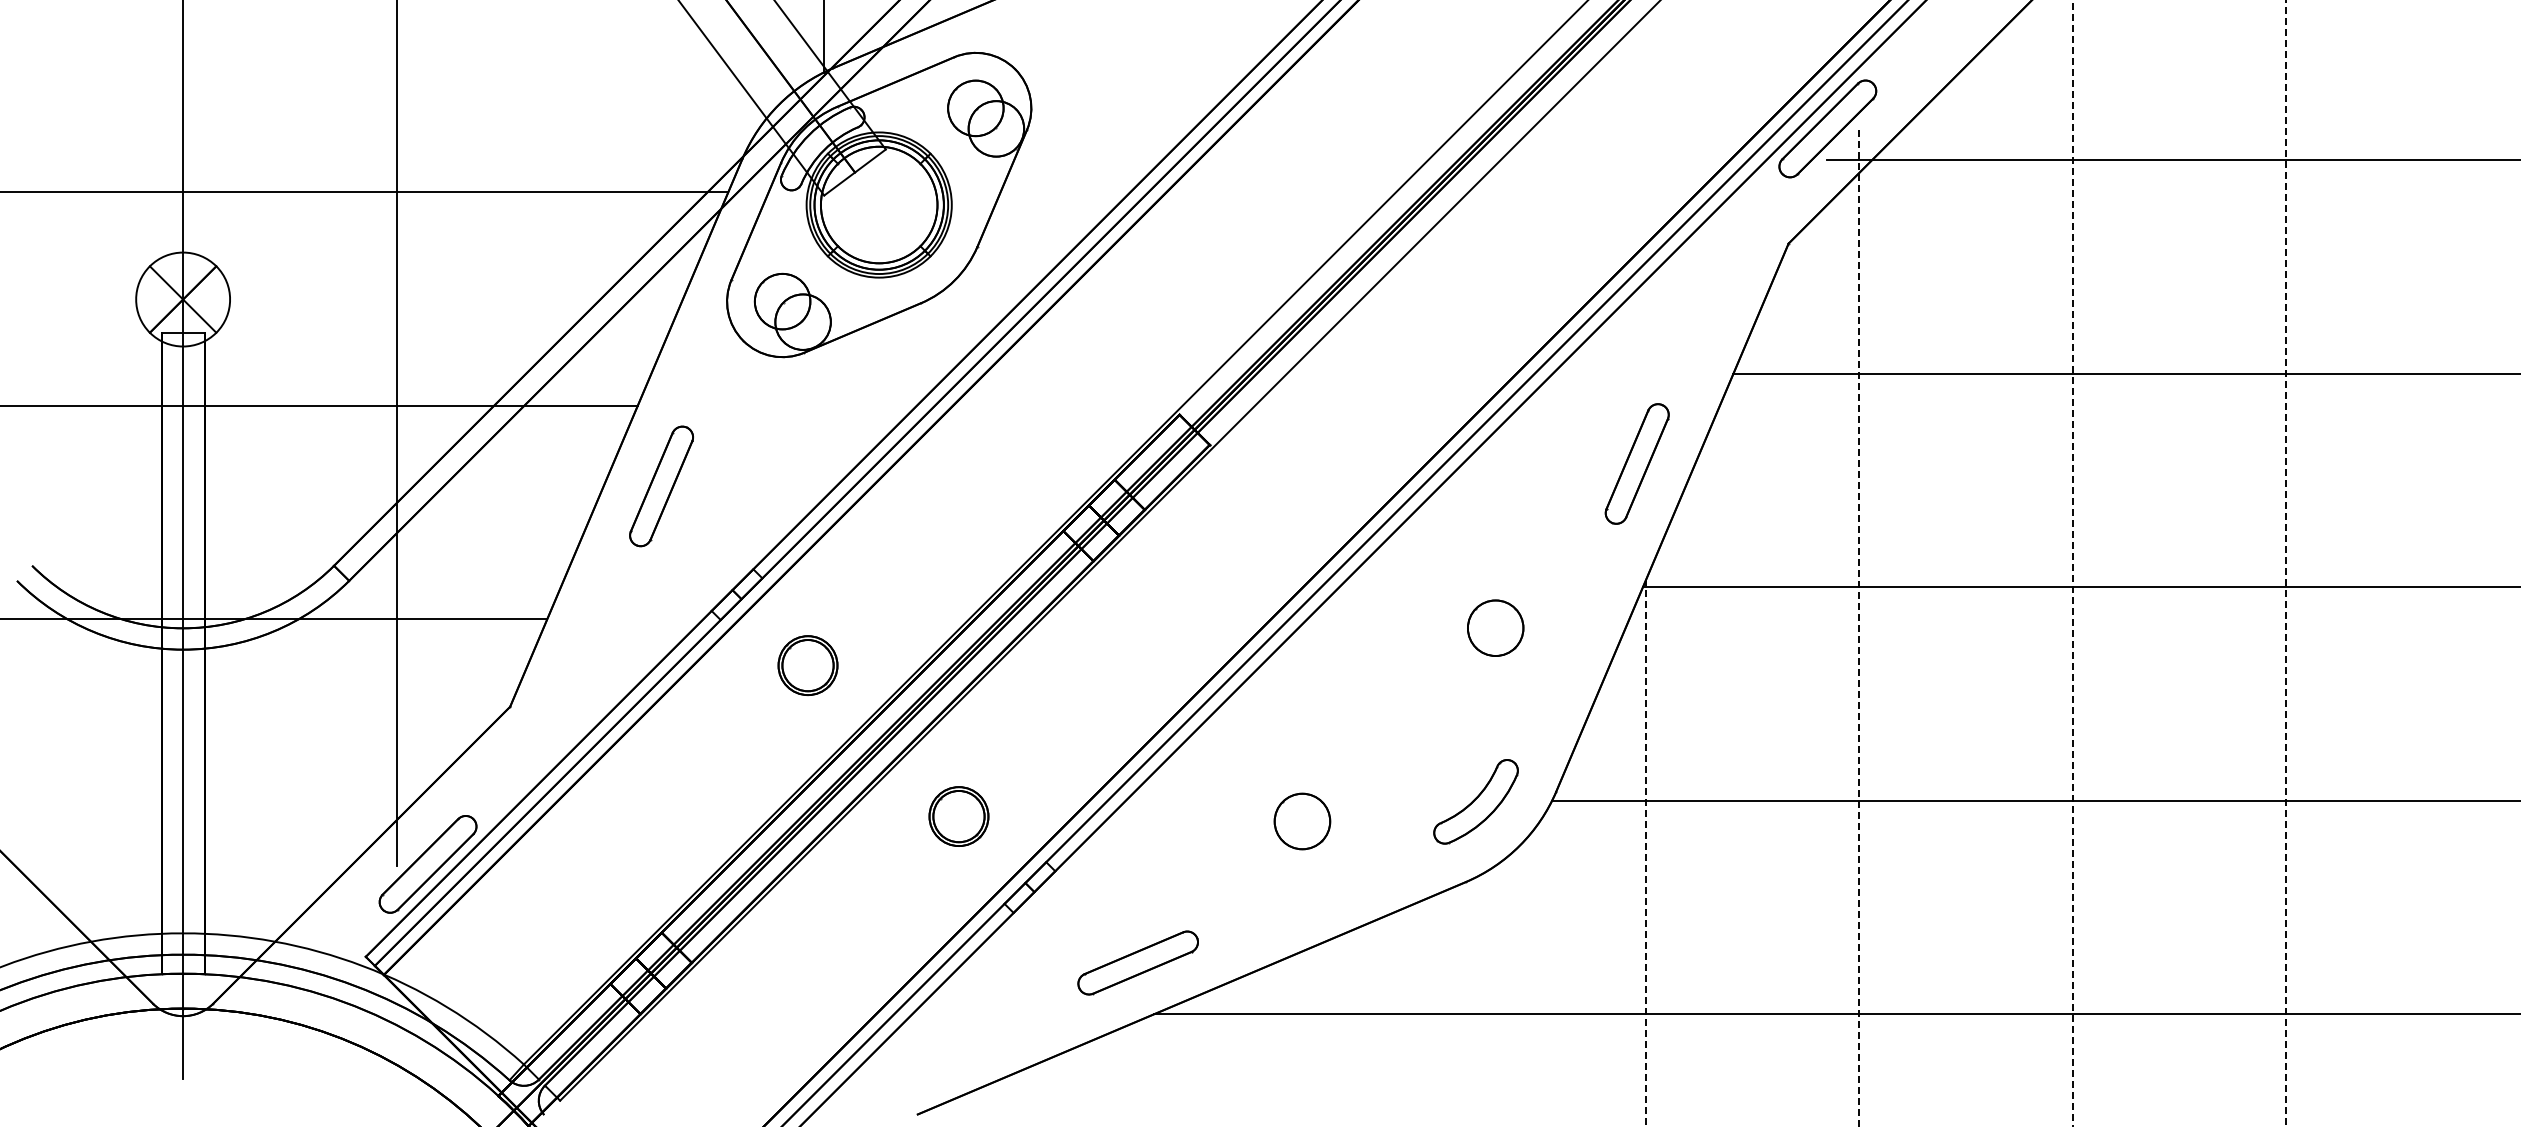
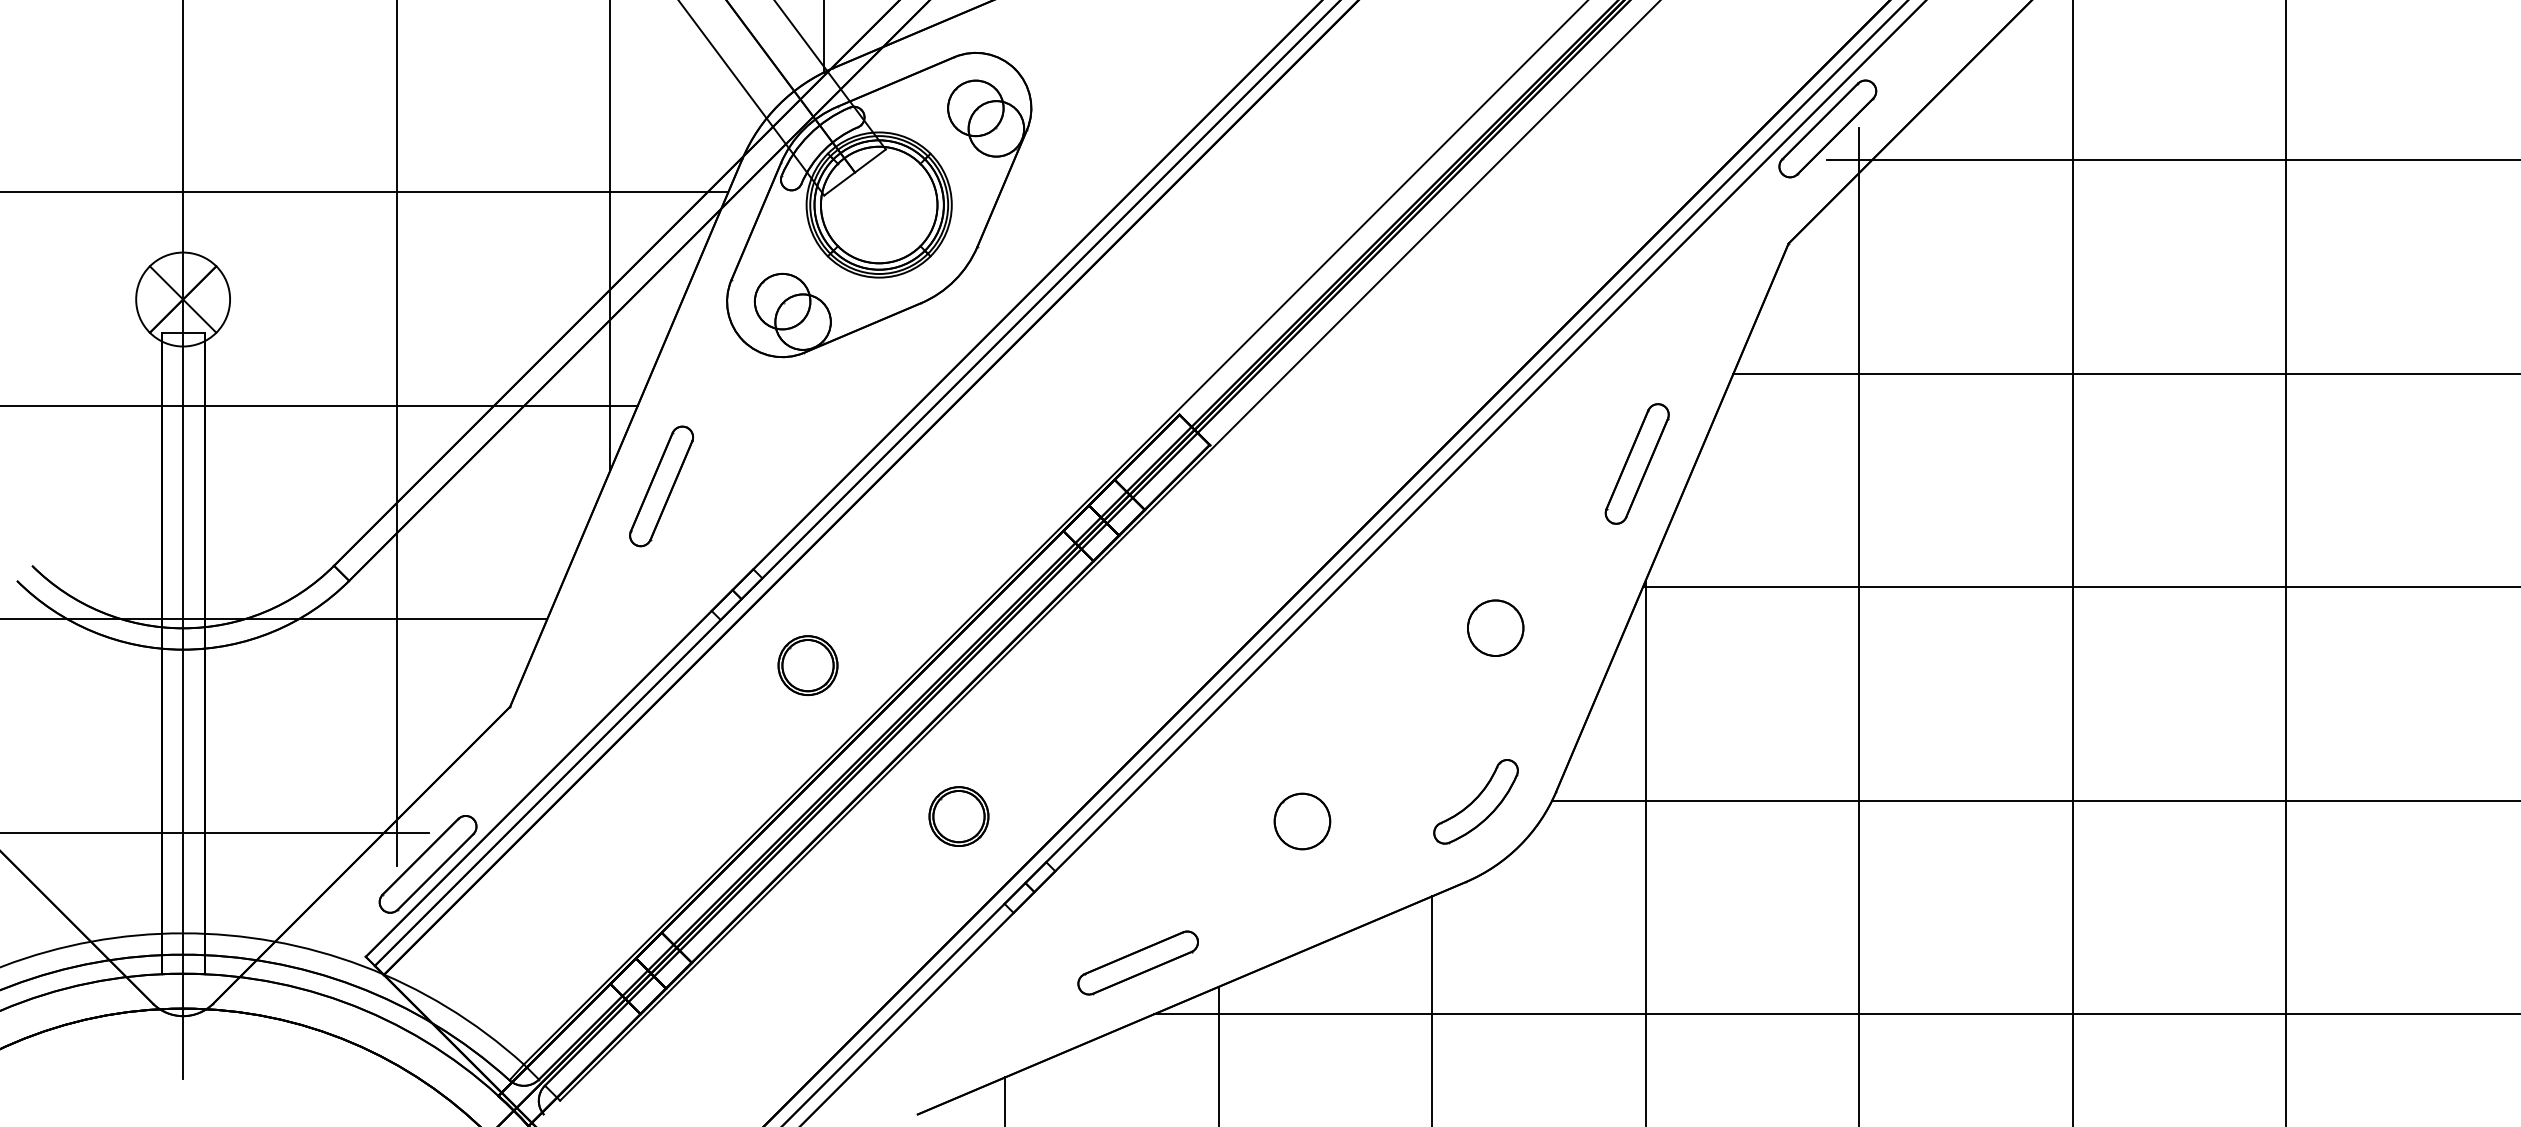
line at (610, 236): none -> present
line at (2072, 563): dashed -> solid
line at (2286, 563): dashed -> solid
line at (1859, 626): dashed -> solid
line at (215, 832): none -> present
line at (1645, 853): dashed -> solid
line at (1432, 1009): none -> present
line at (1218, 1054): none -> present
line at (1005, 1100): none -> present
